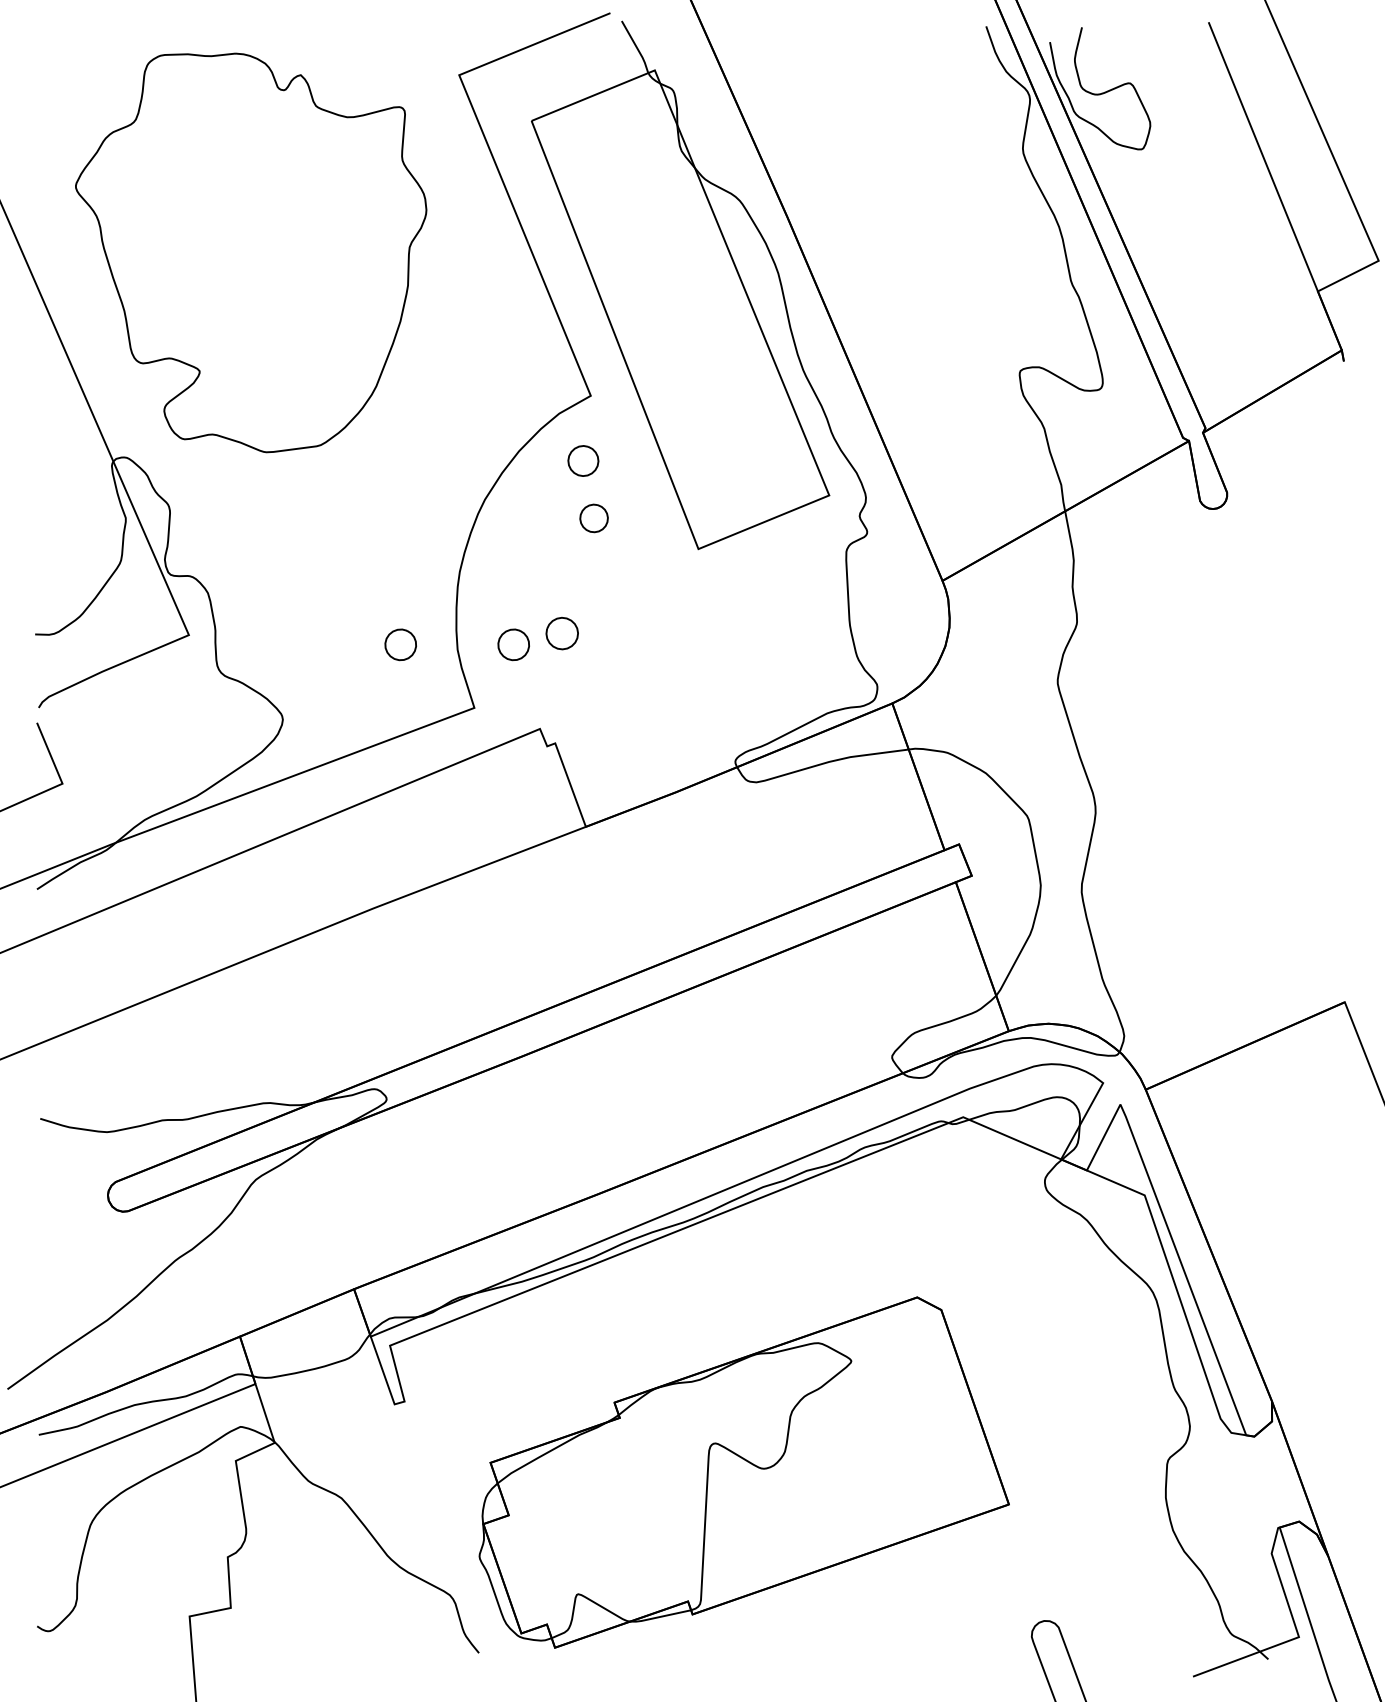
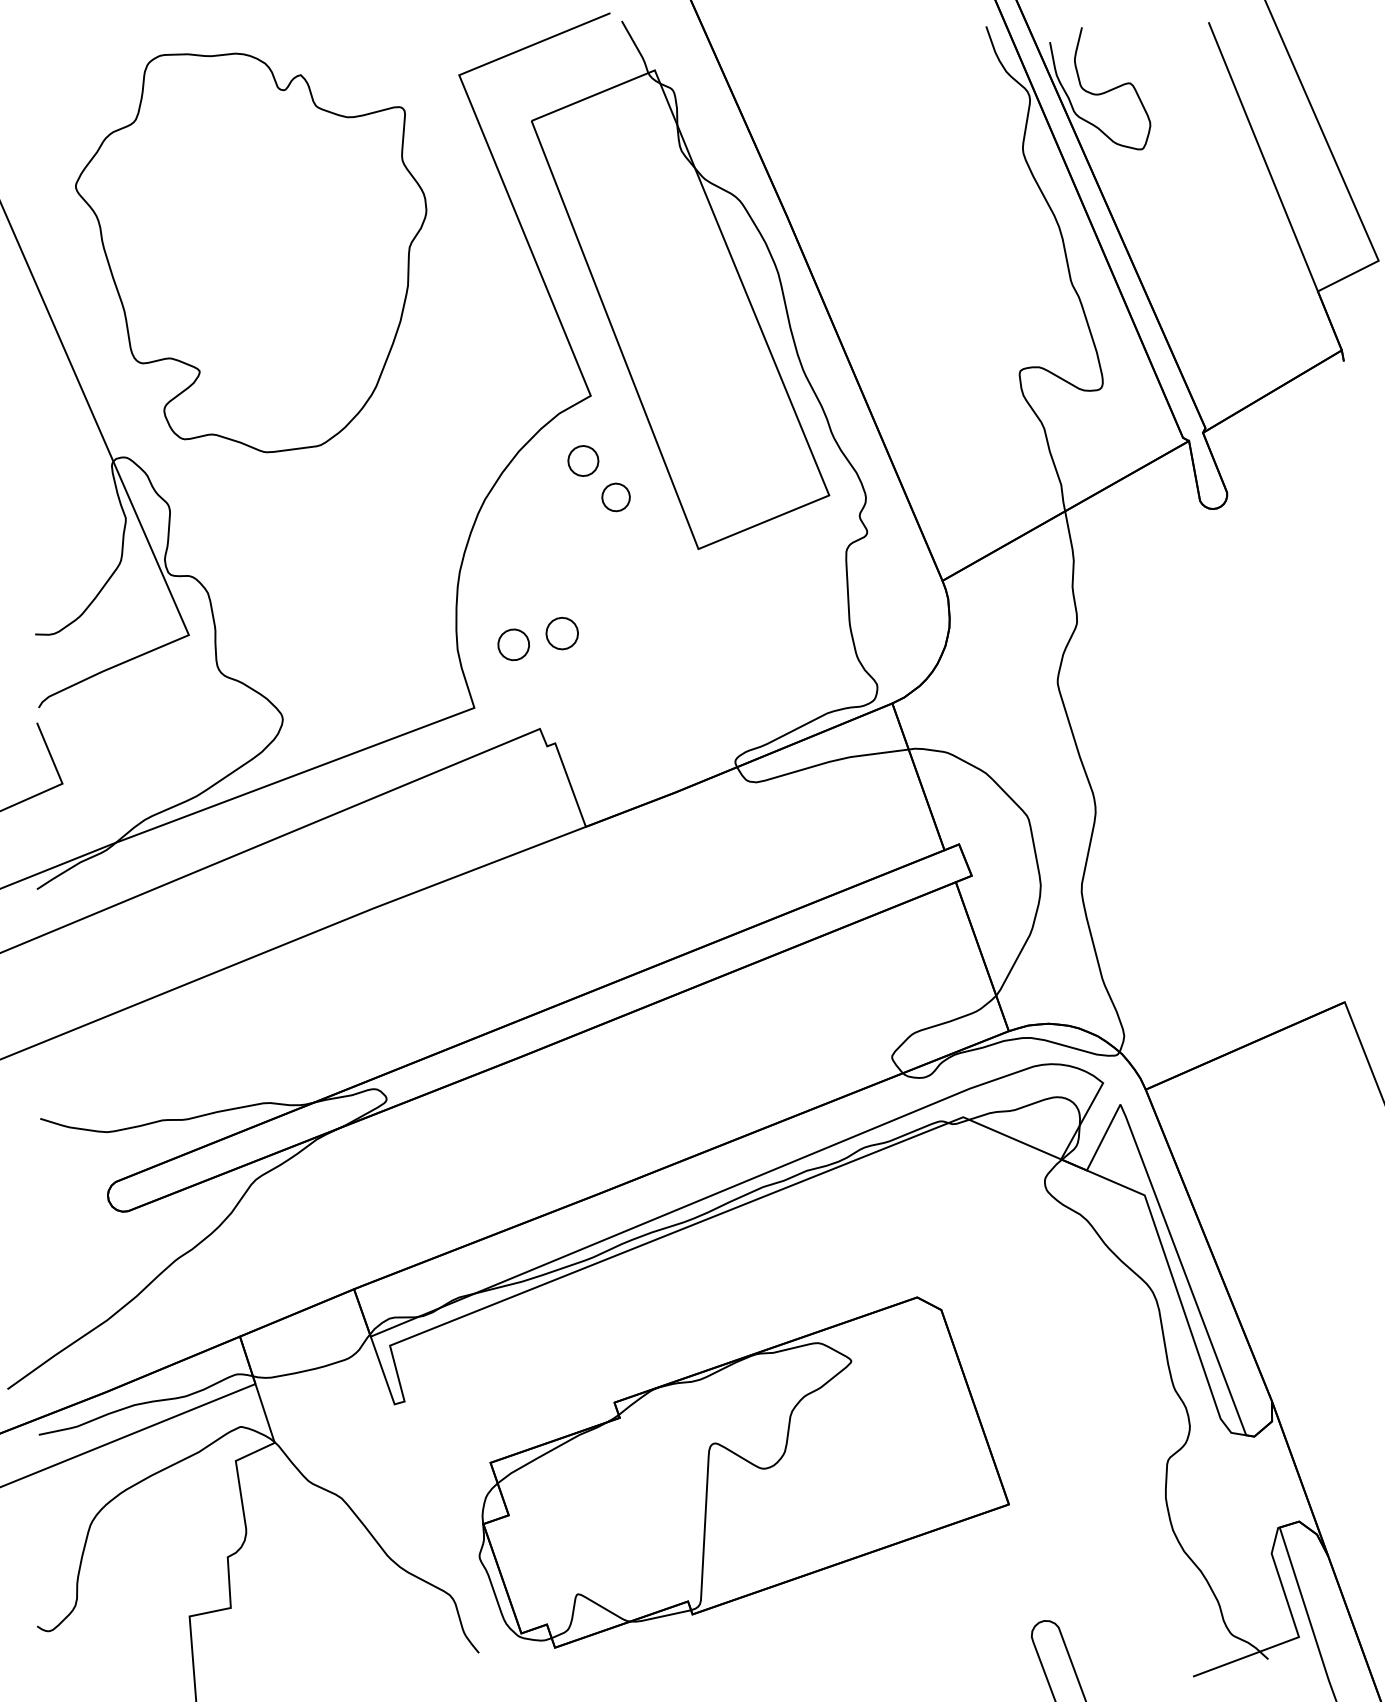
part at (593, 518) position: (593, 518) -> (615, 497)
part at (400, 644): present -> none
